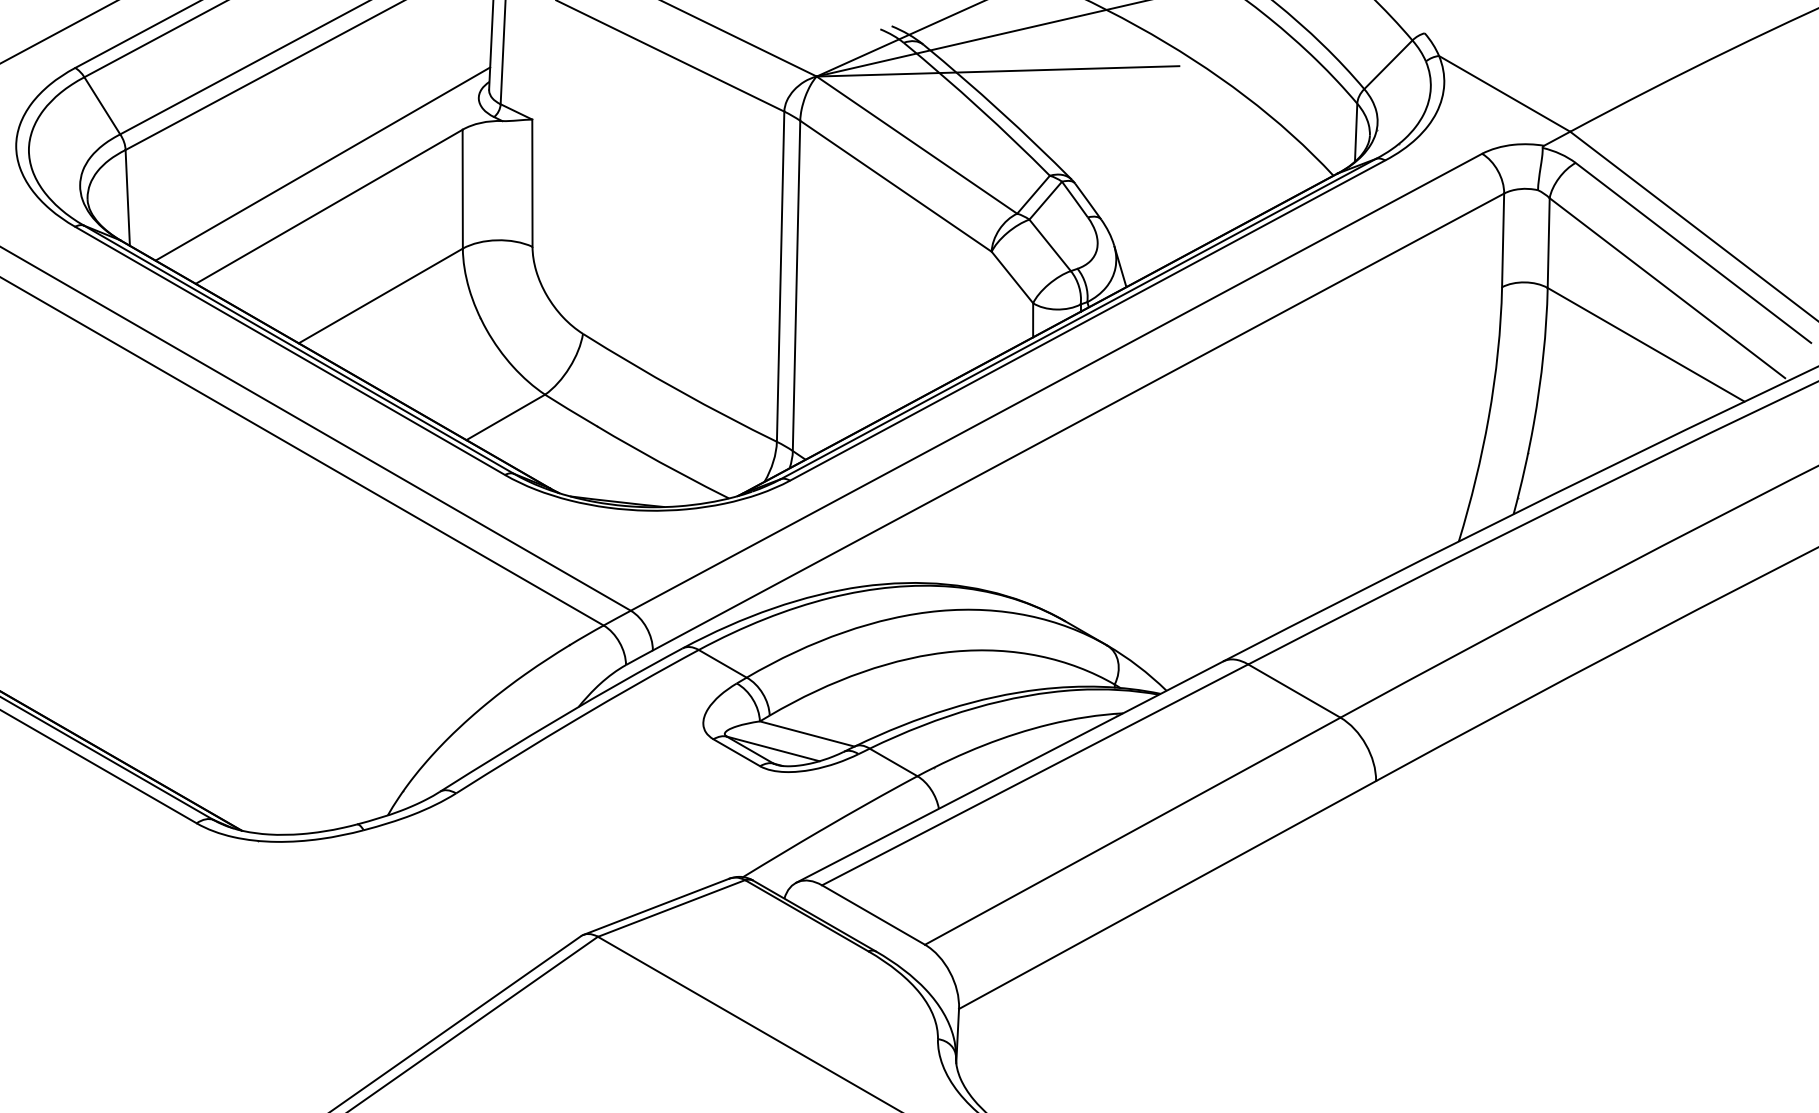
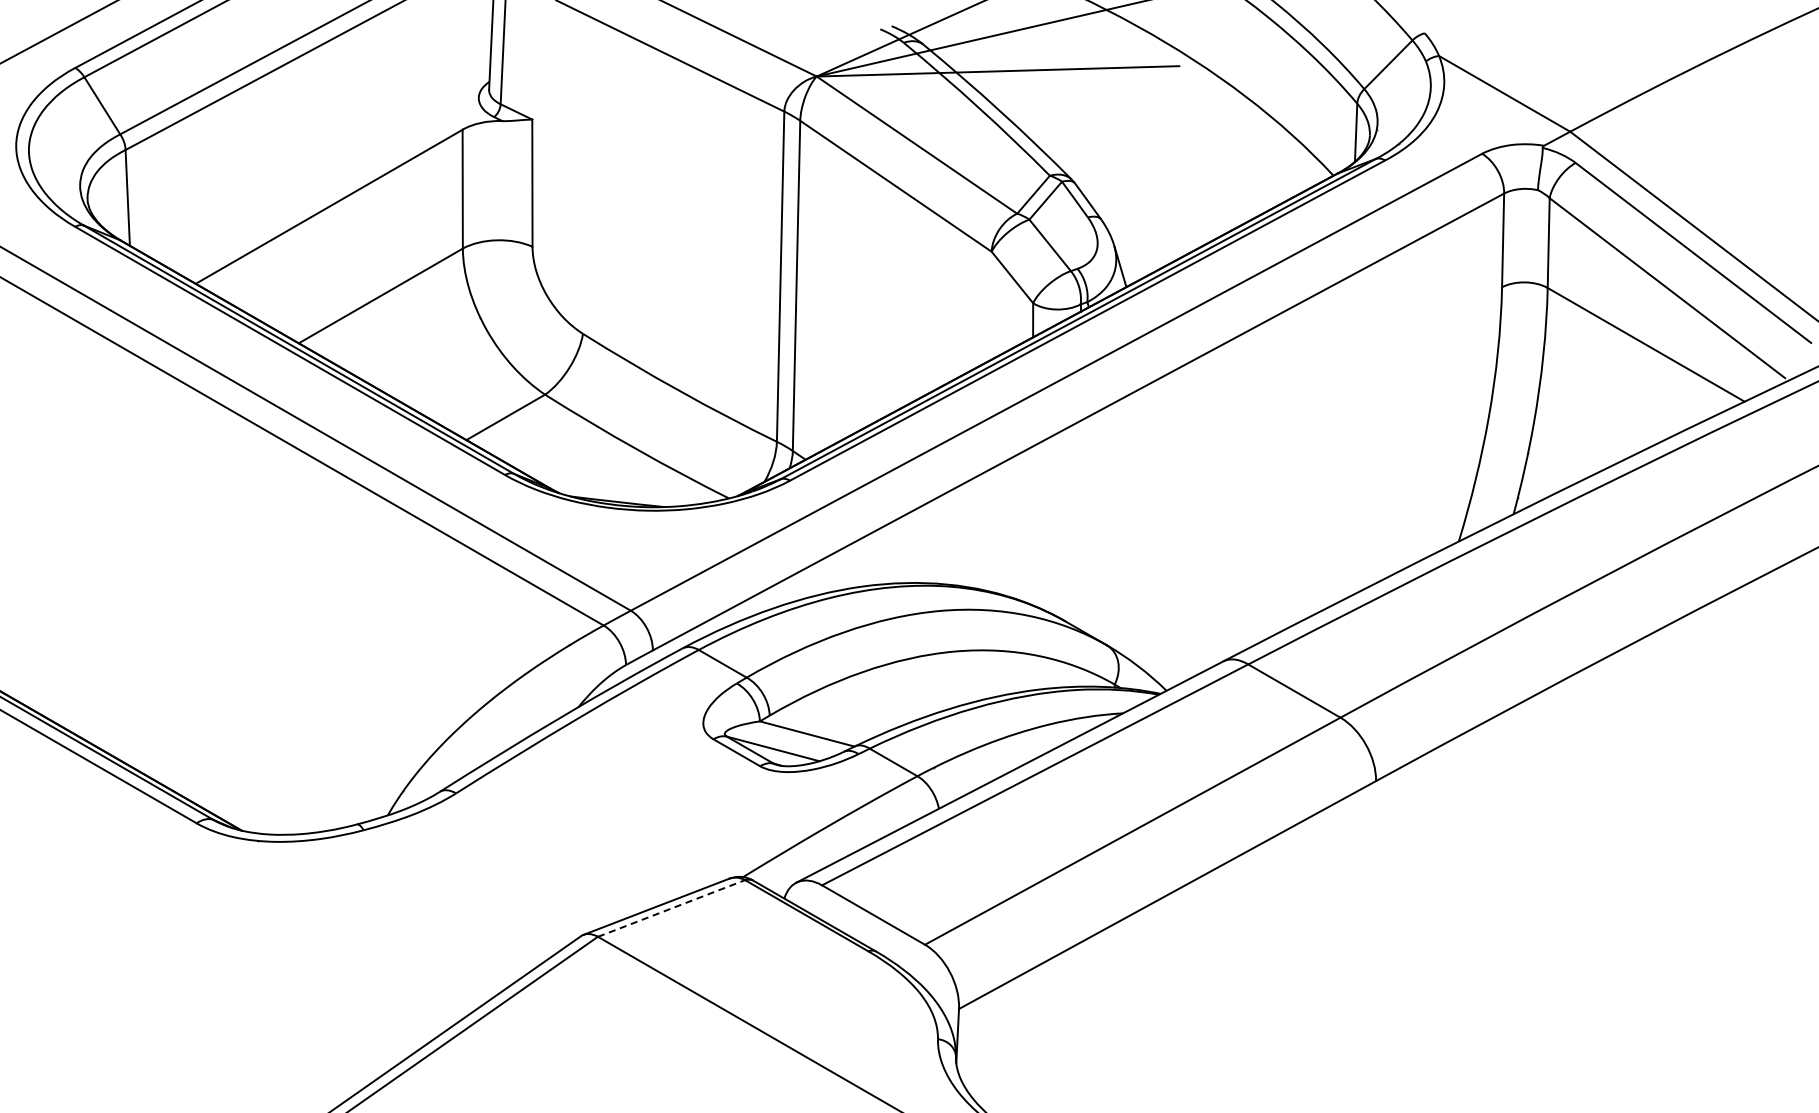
line at (322, 163): present -> none
line at (671, 908): solid -> dashed
